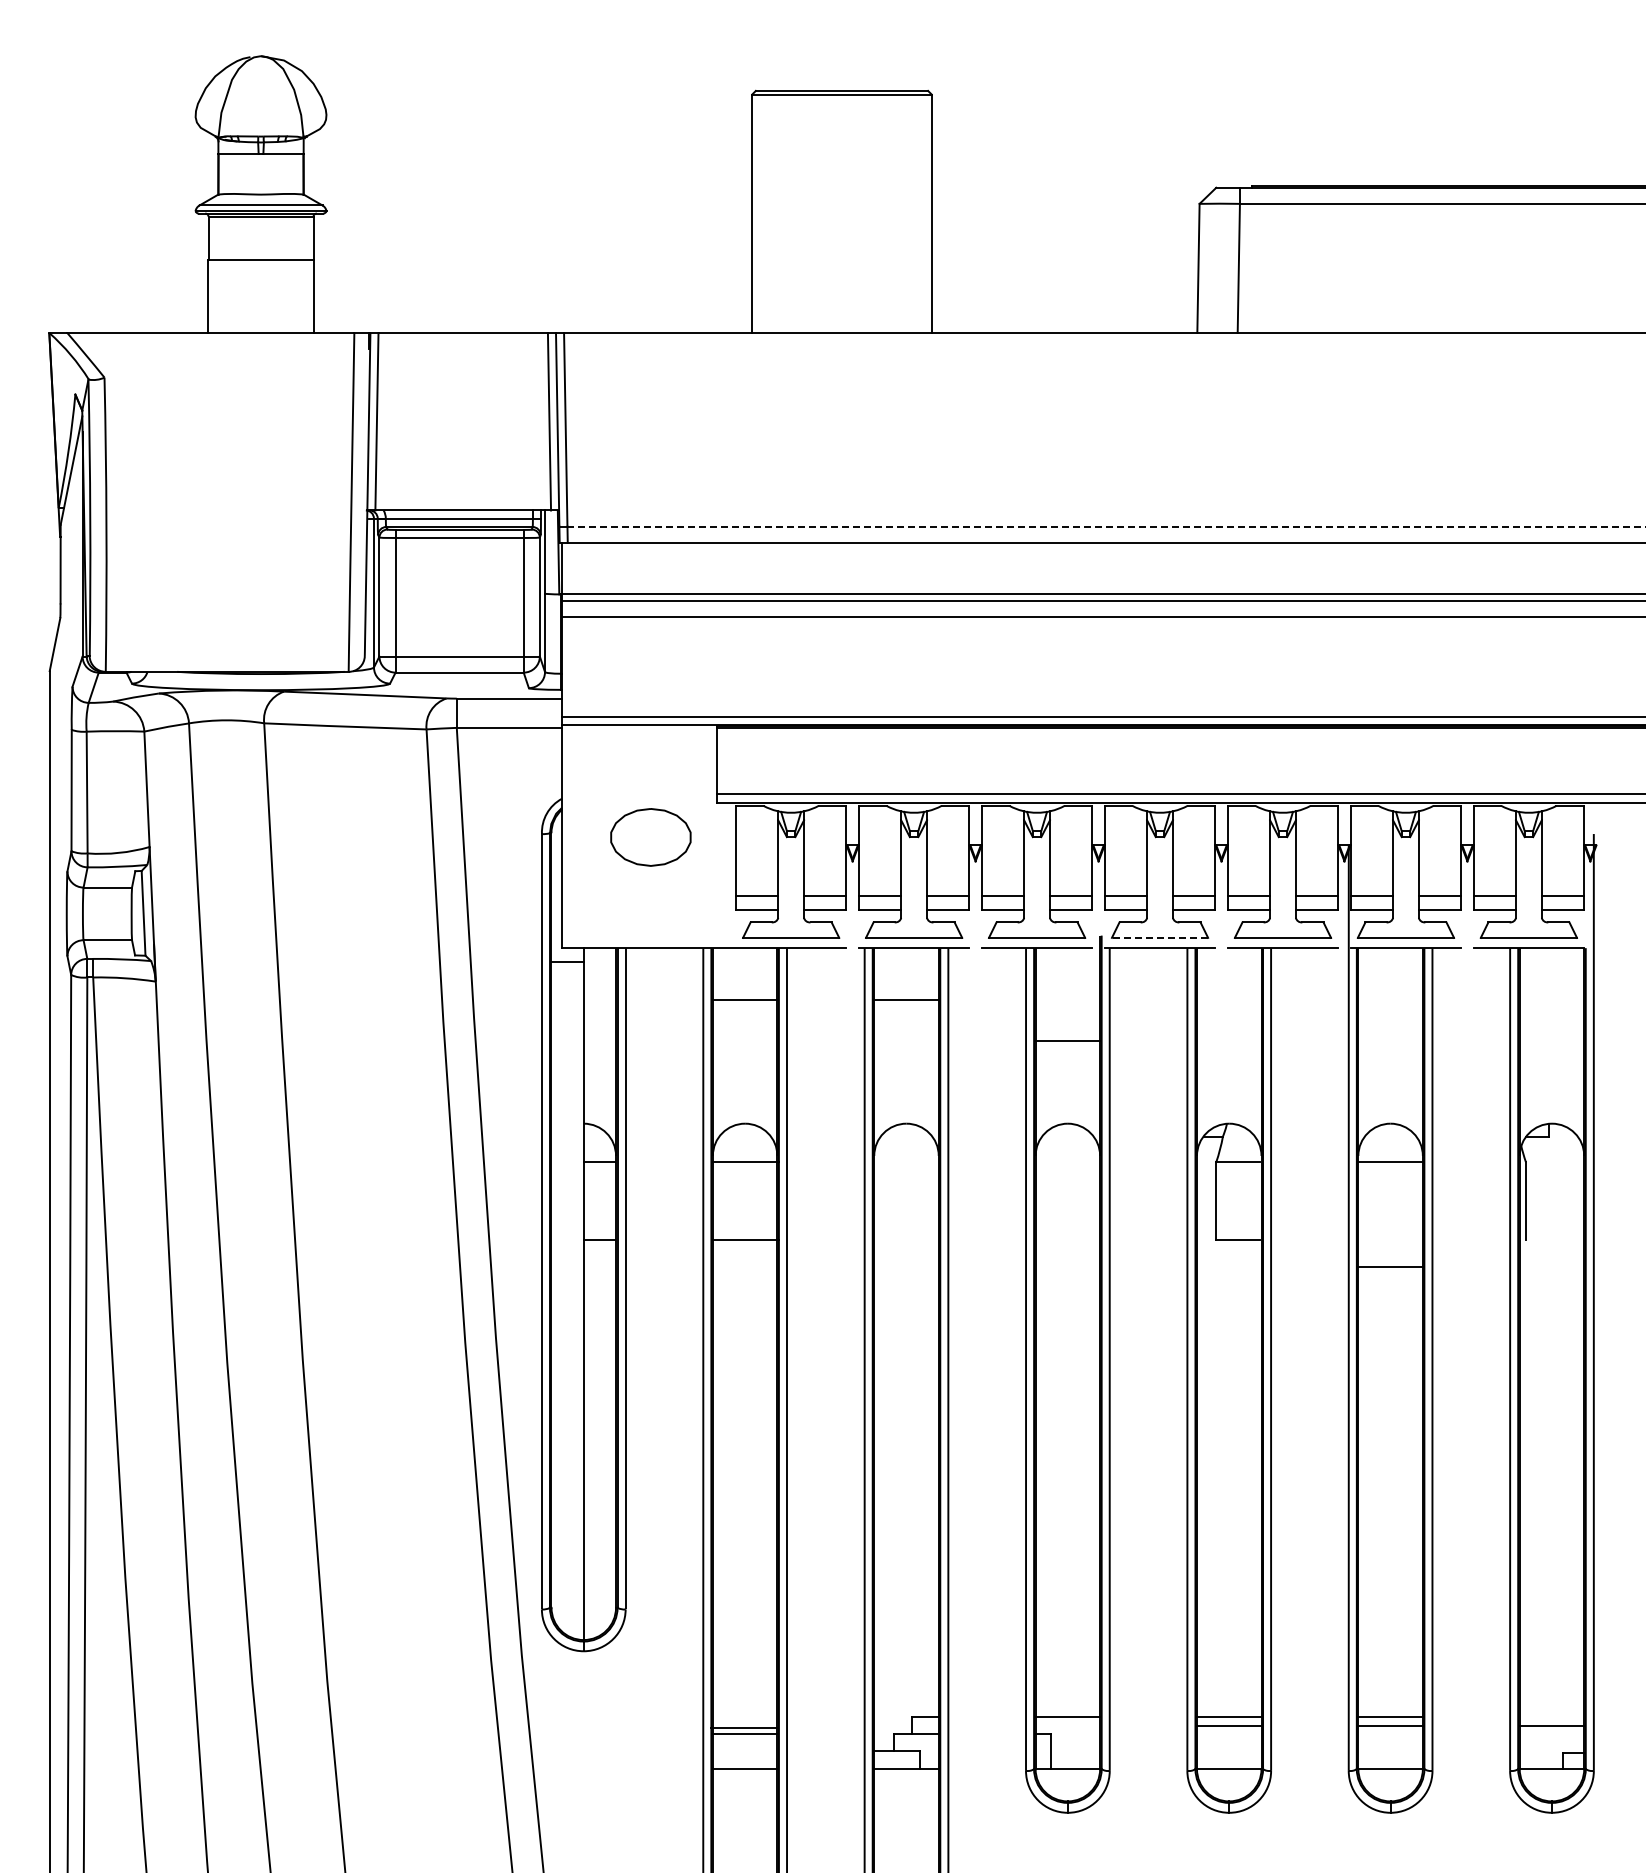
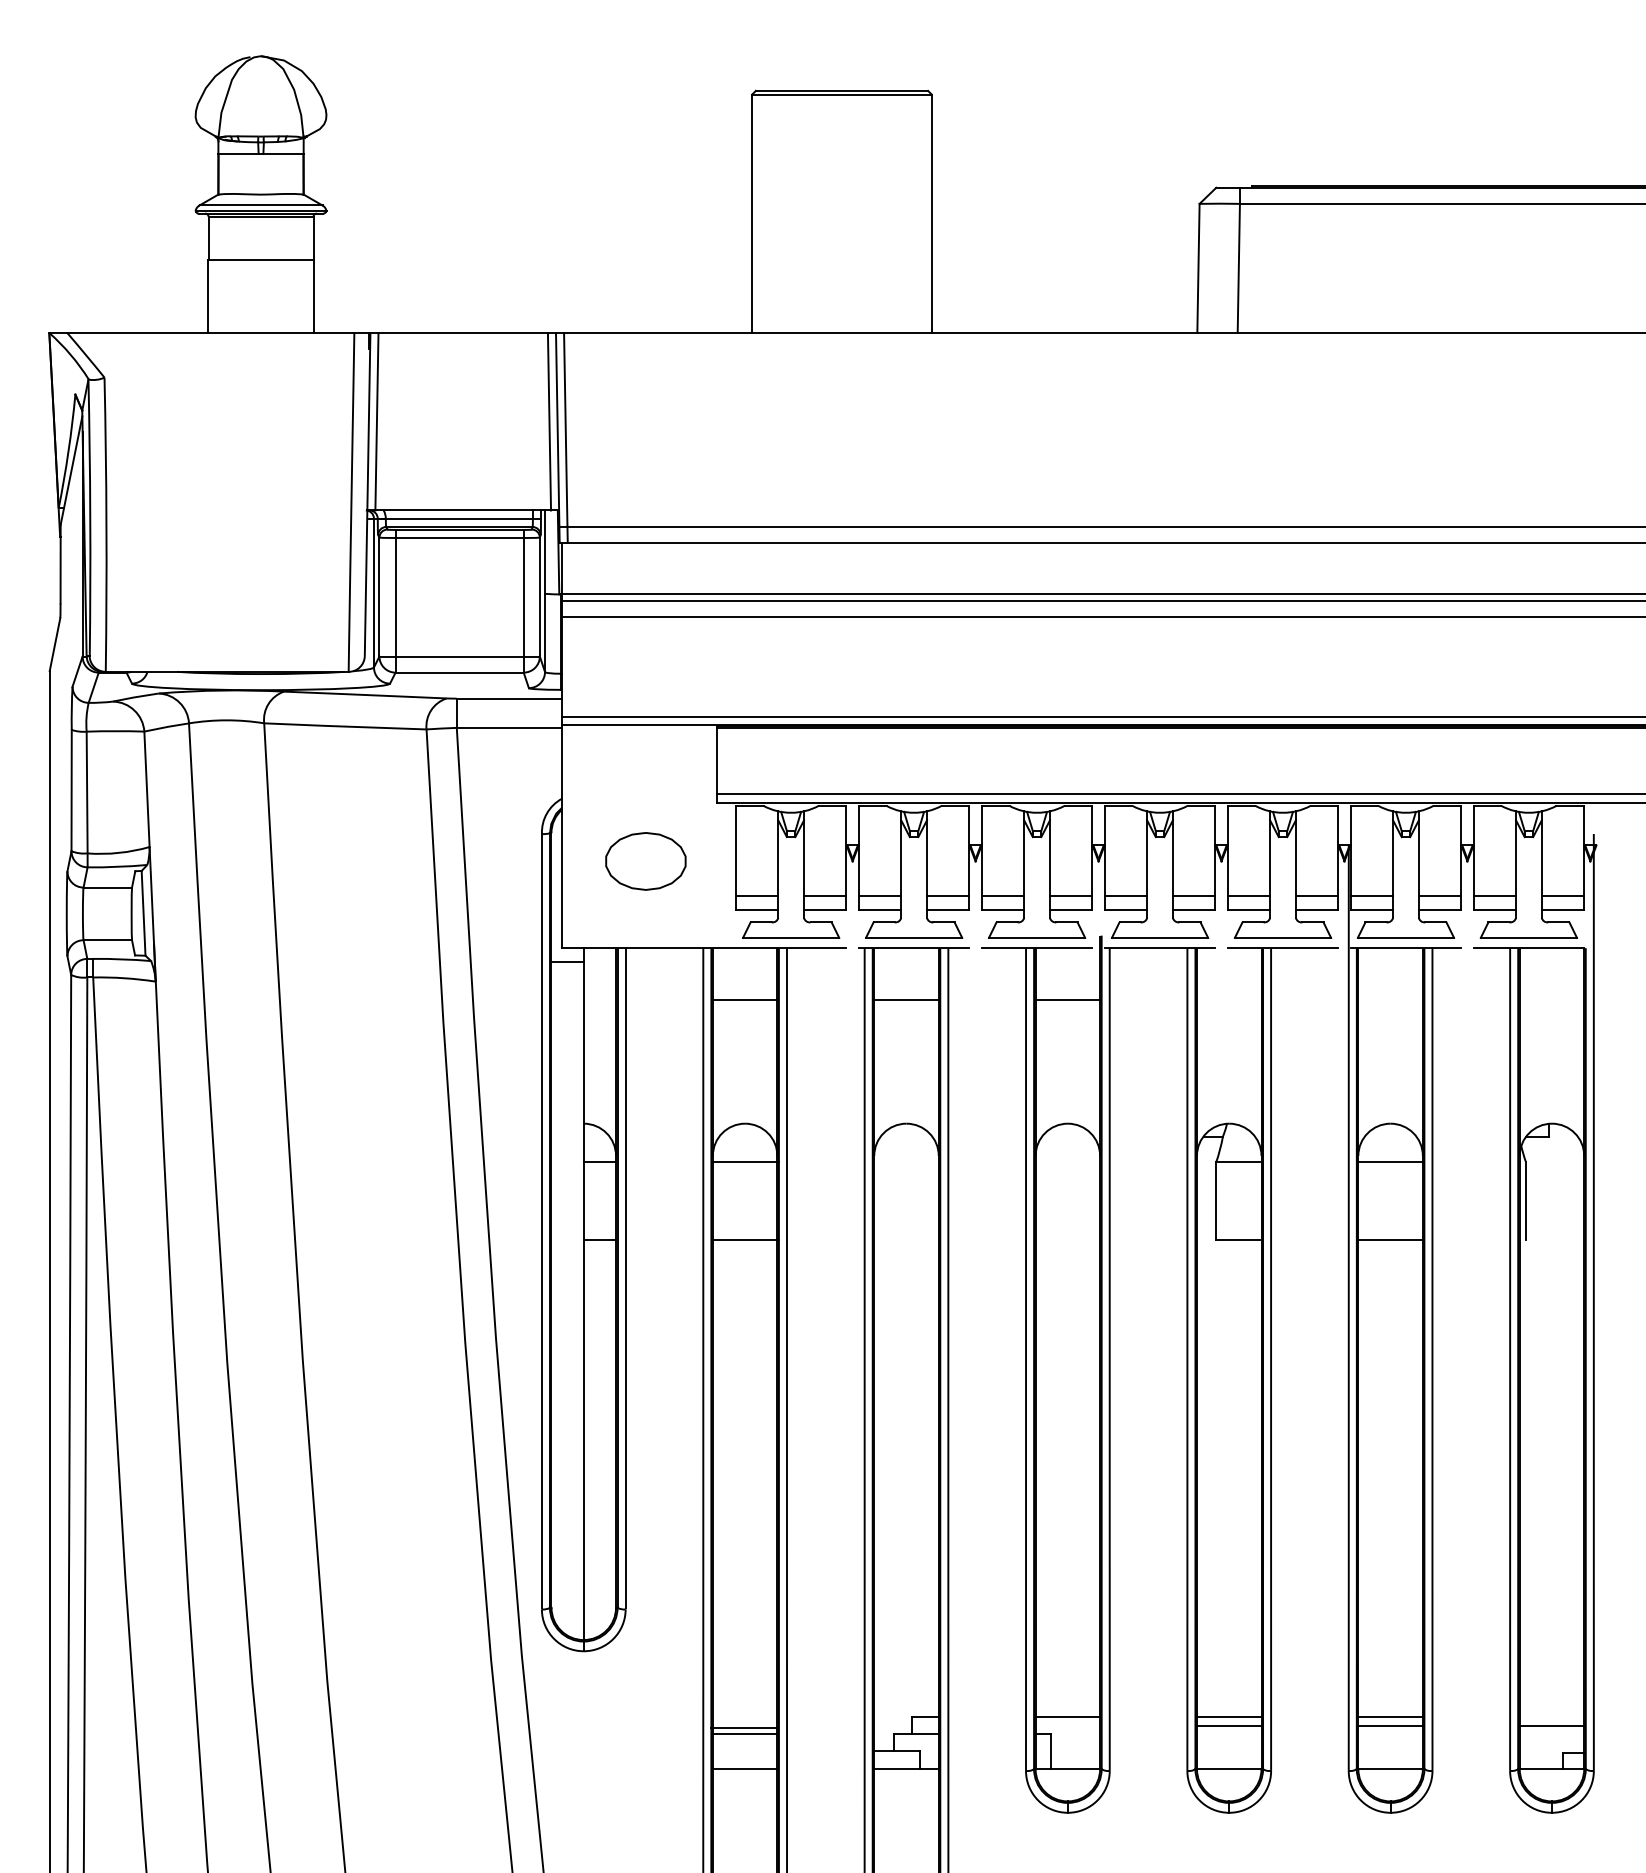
line at (1106, 526): dashed -> solid
part at (650, 837) position: (650, 837) -> (645, 861)
line at (1159, 937): dashed -> solid
line at (1067, 1040) position: (1067, 1040) -> (1067, 999)
line at (1390, 1266) position: (1390, 1266) -> (1390, 1239)
